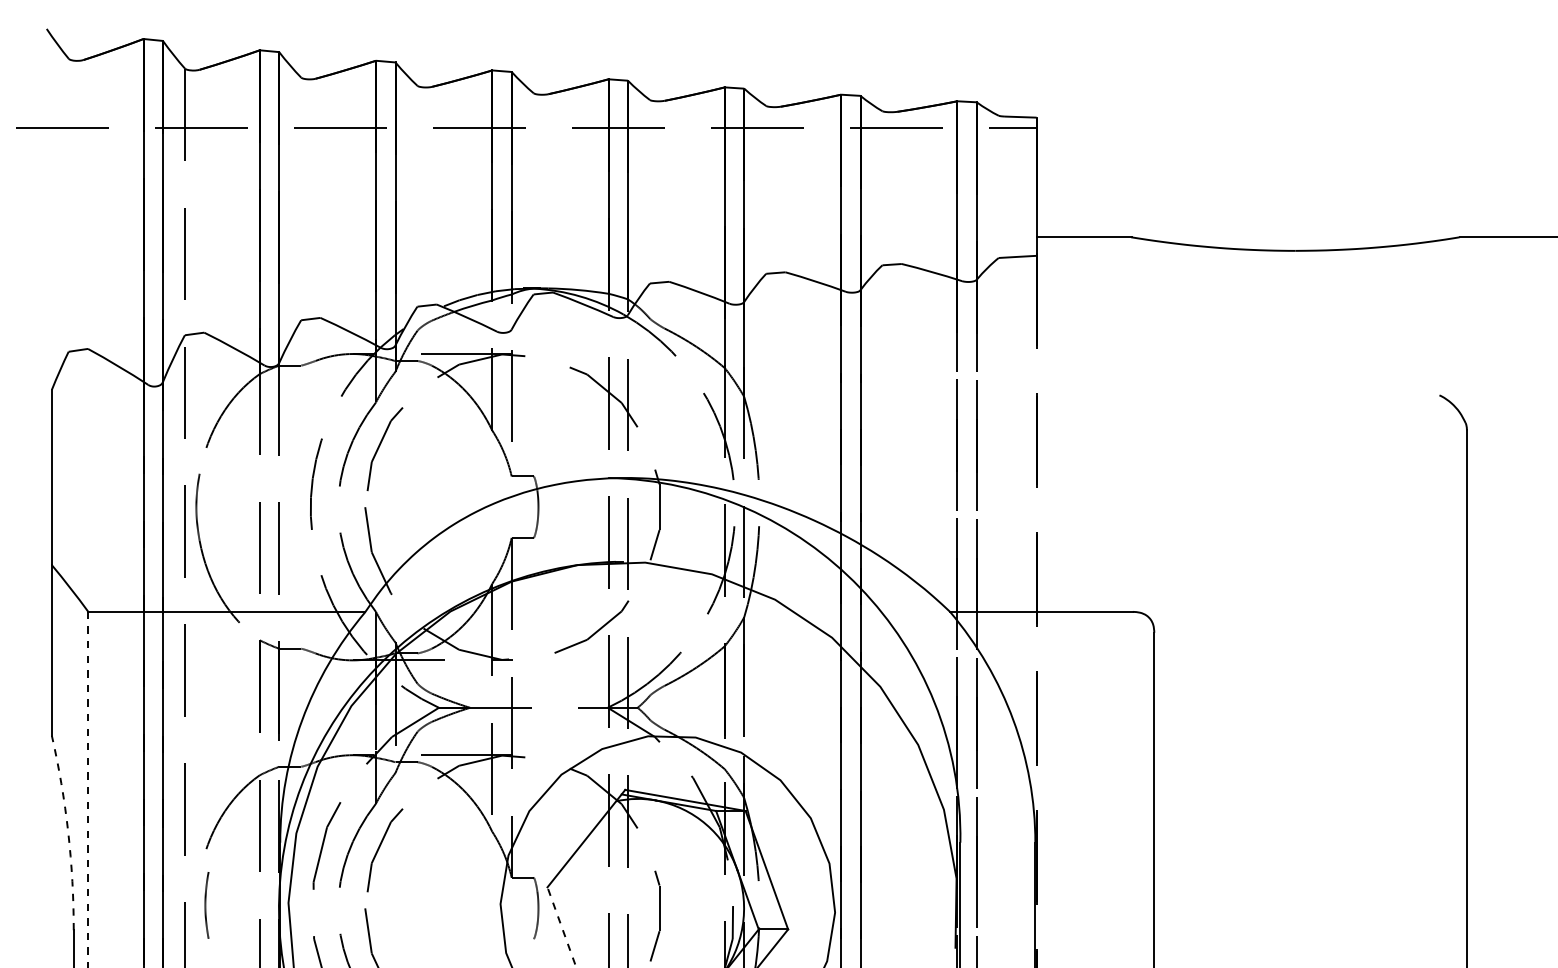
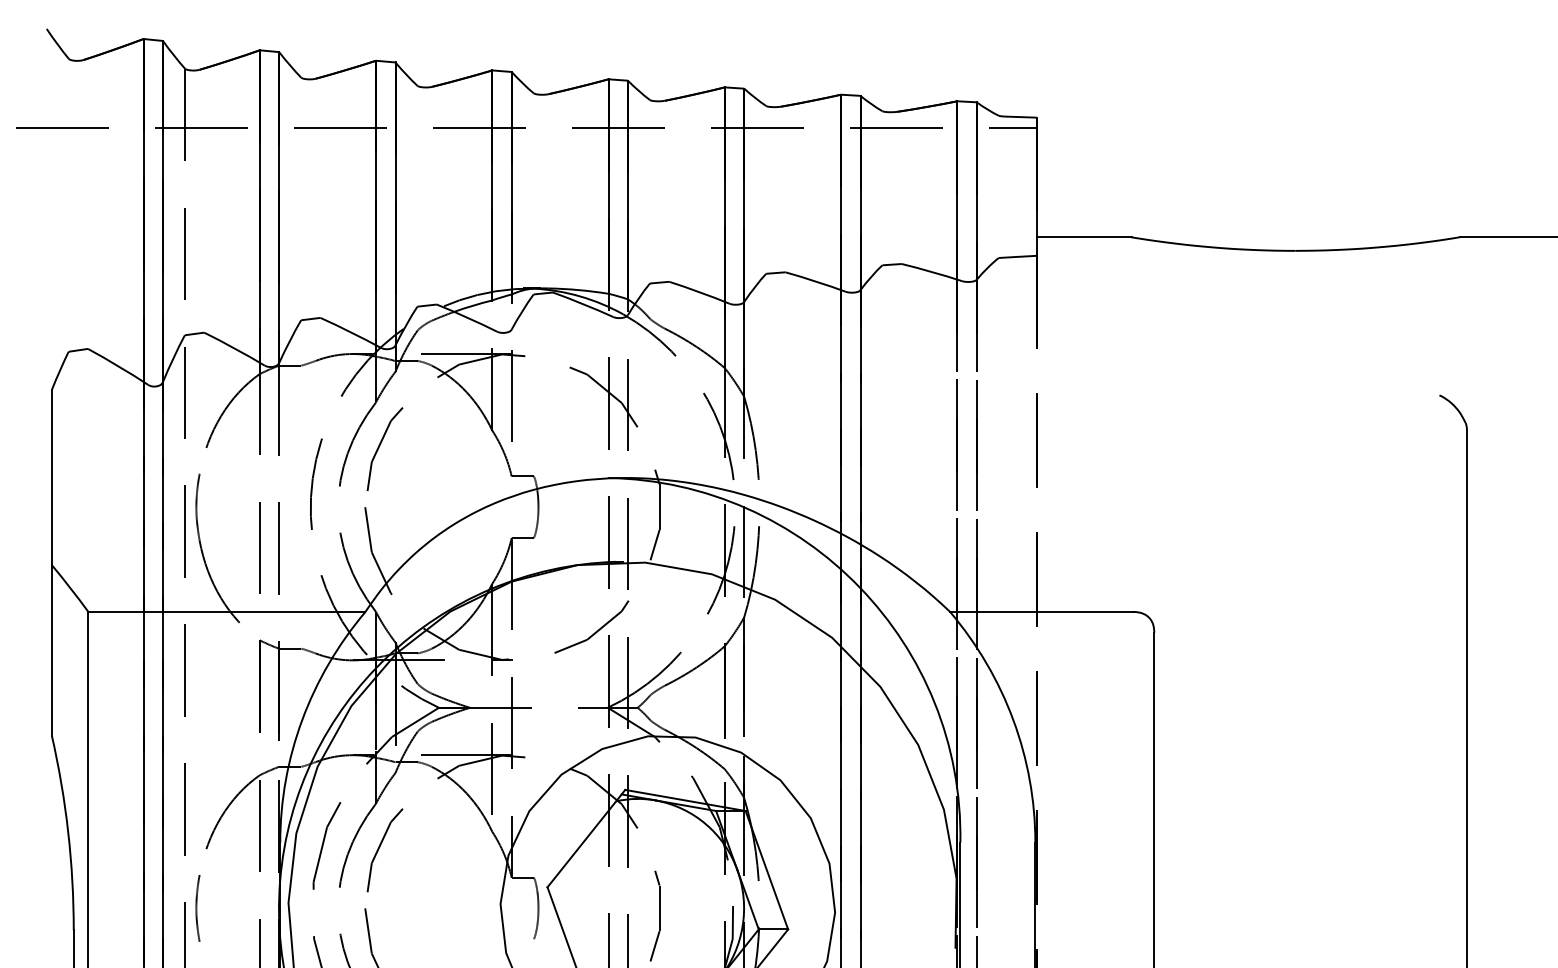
line at (88, 789): dashed -> solid
arc at (68, 832): dashed -> solid
curve at (206, 905) position: (206, 905) -> (197, 908)
line at (561, 926): dashed -> solid
